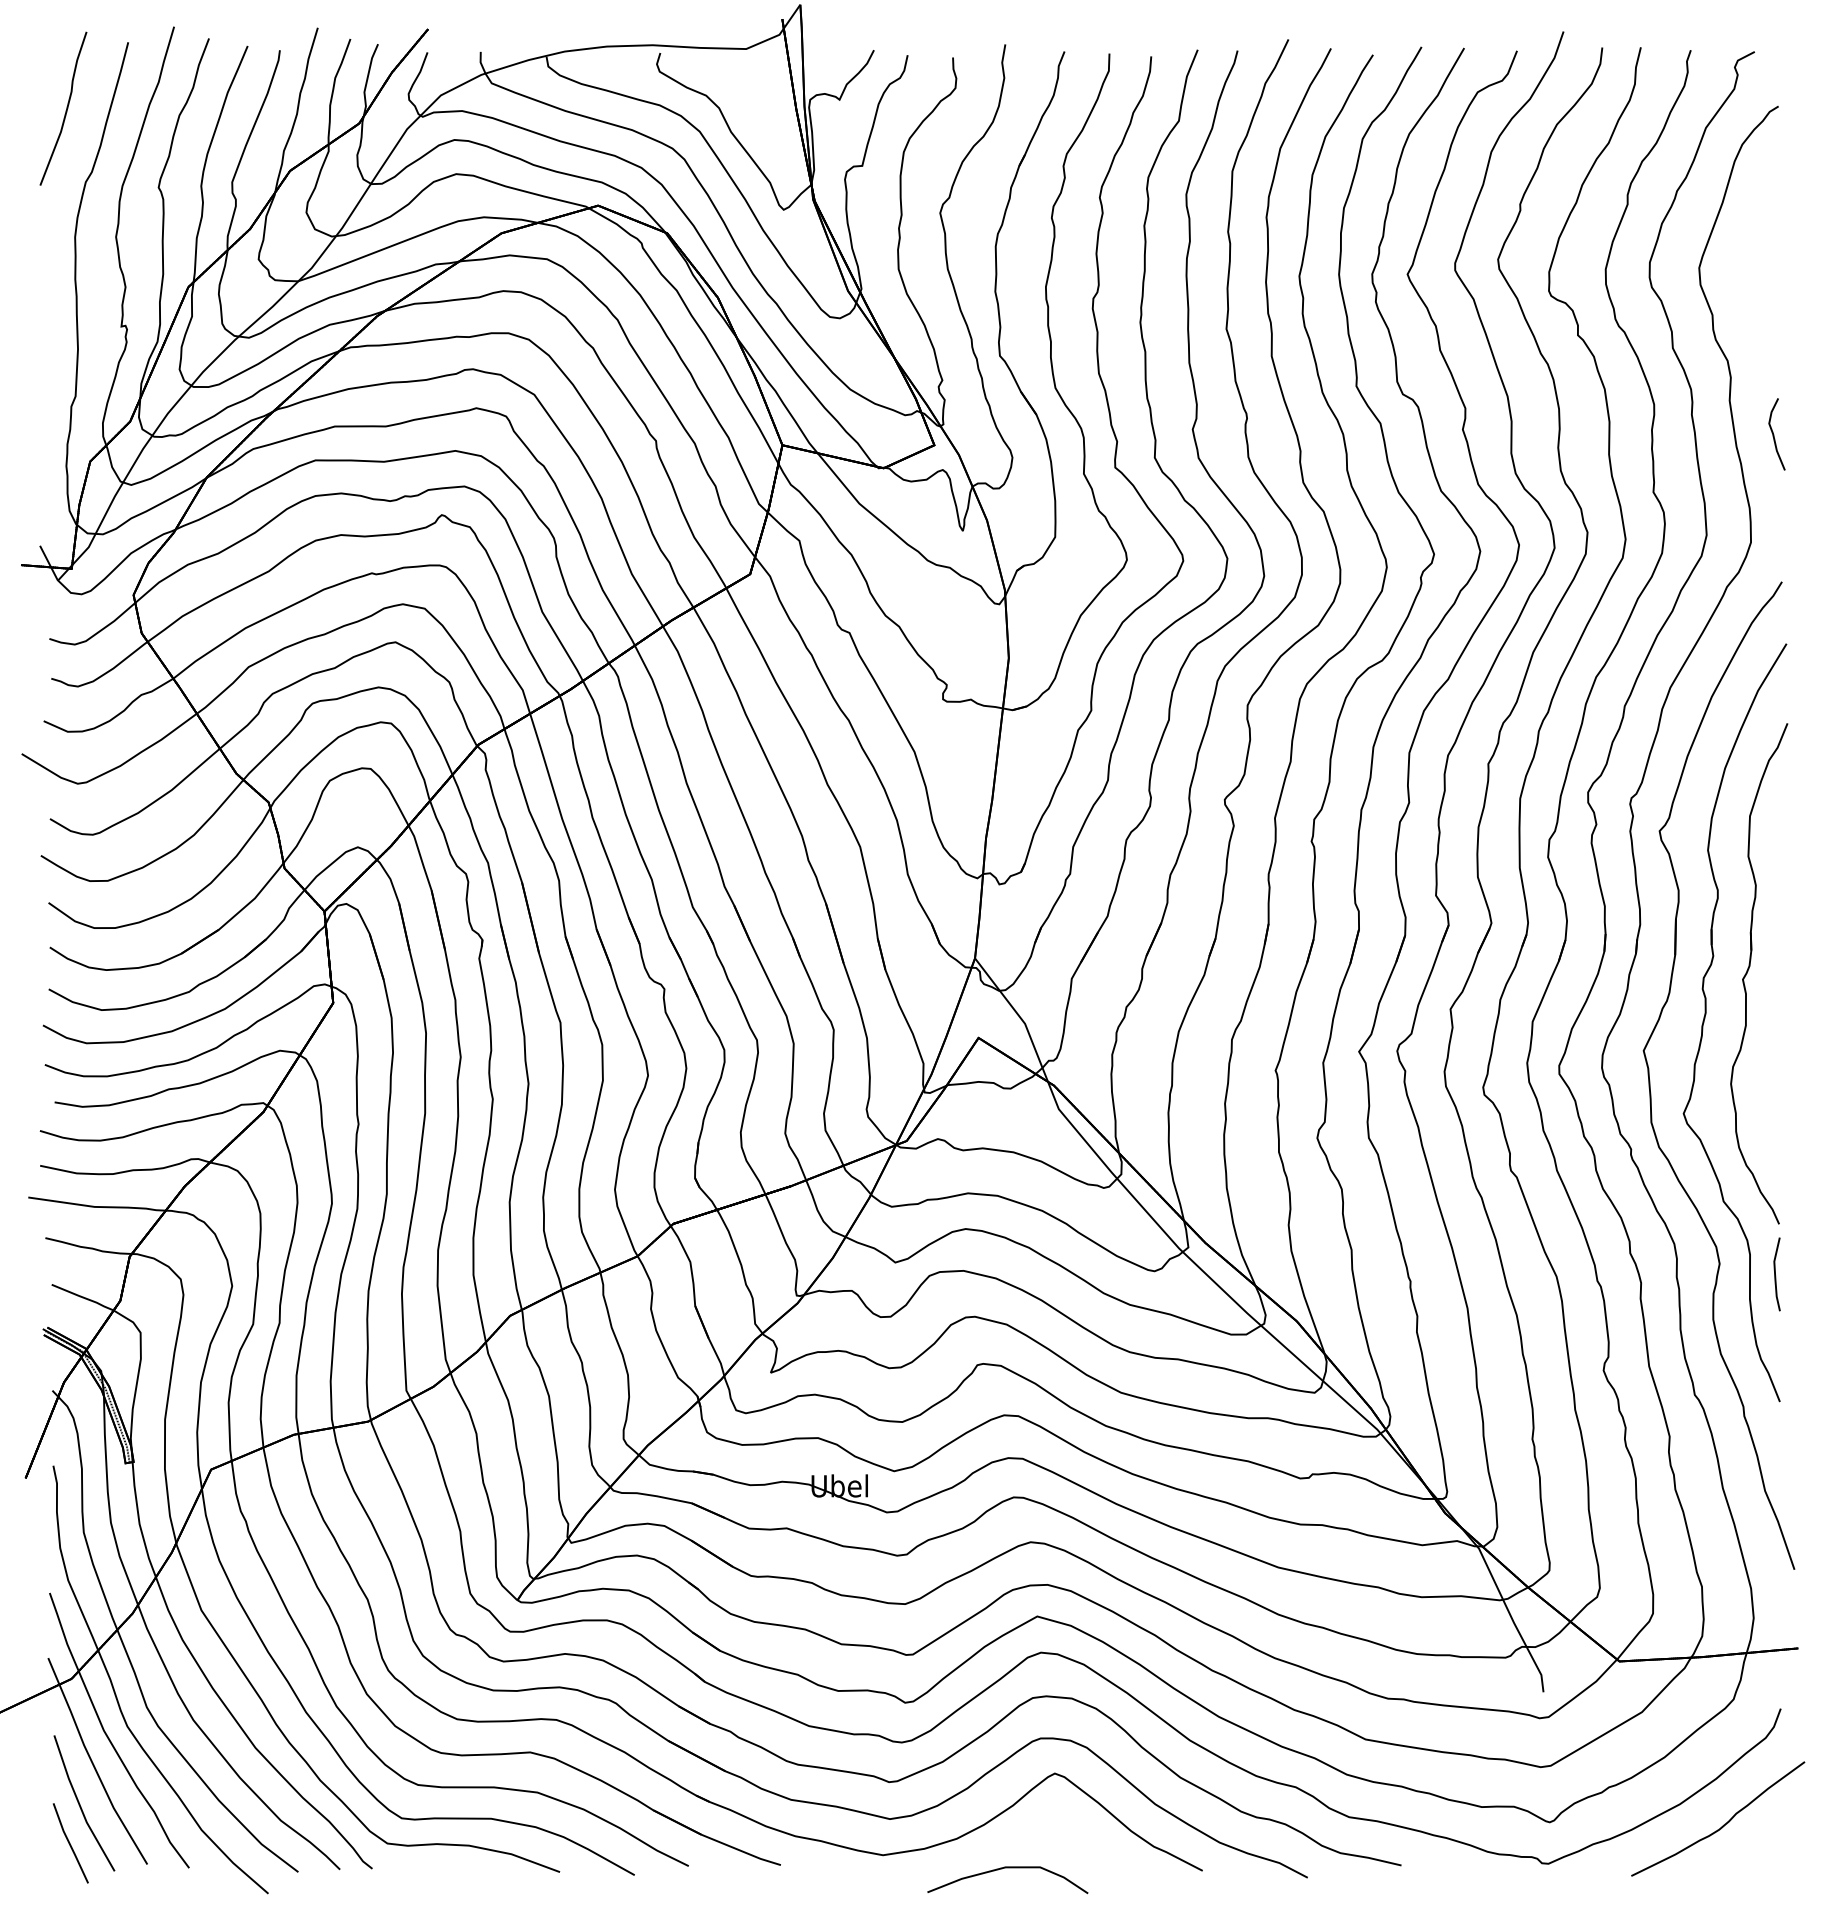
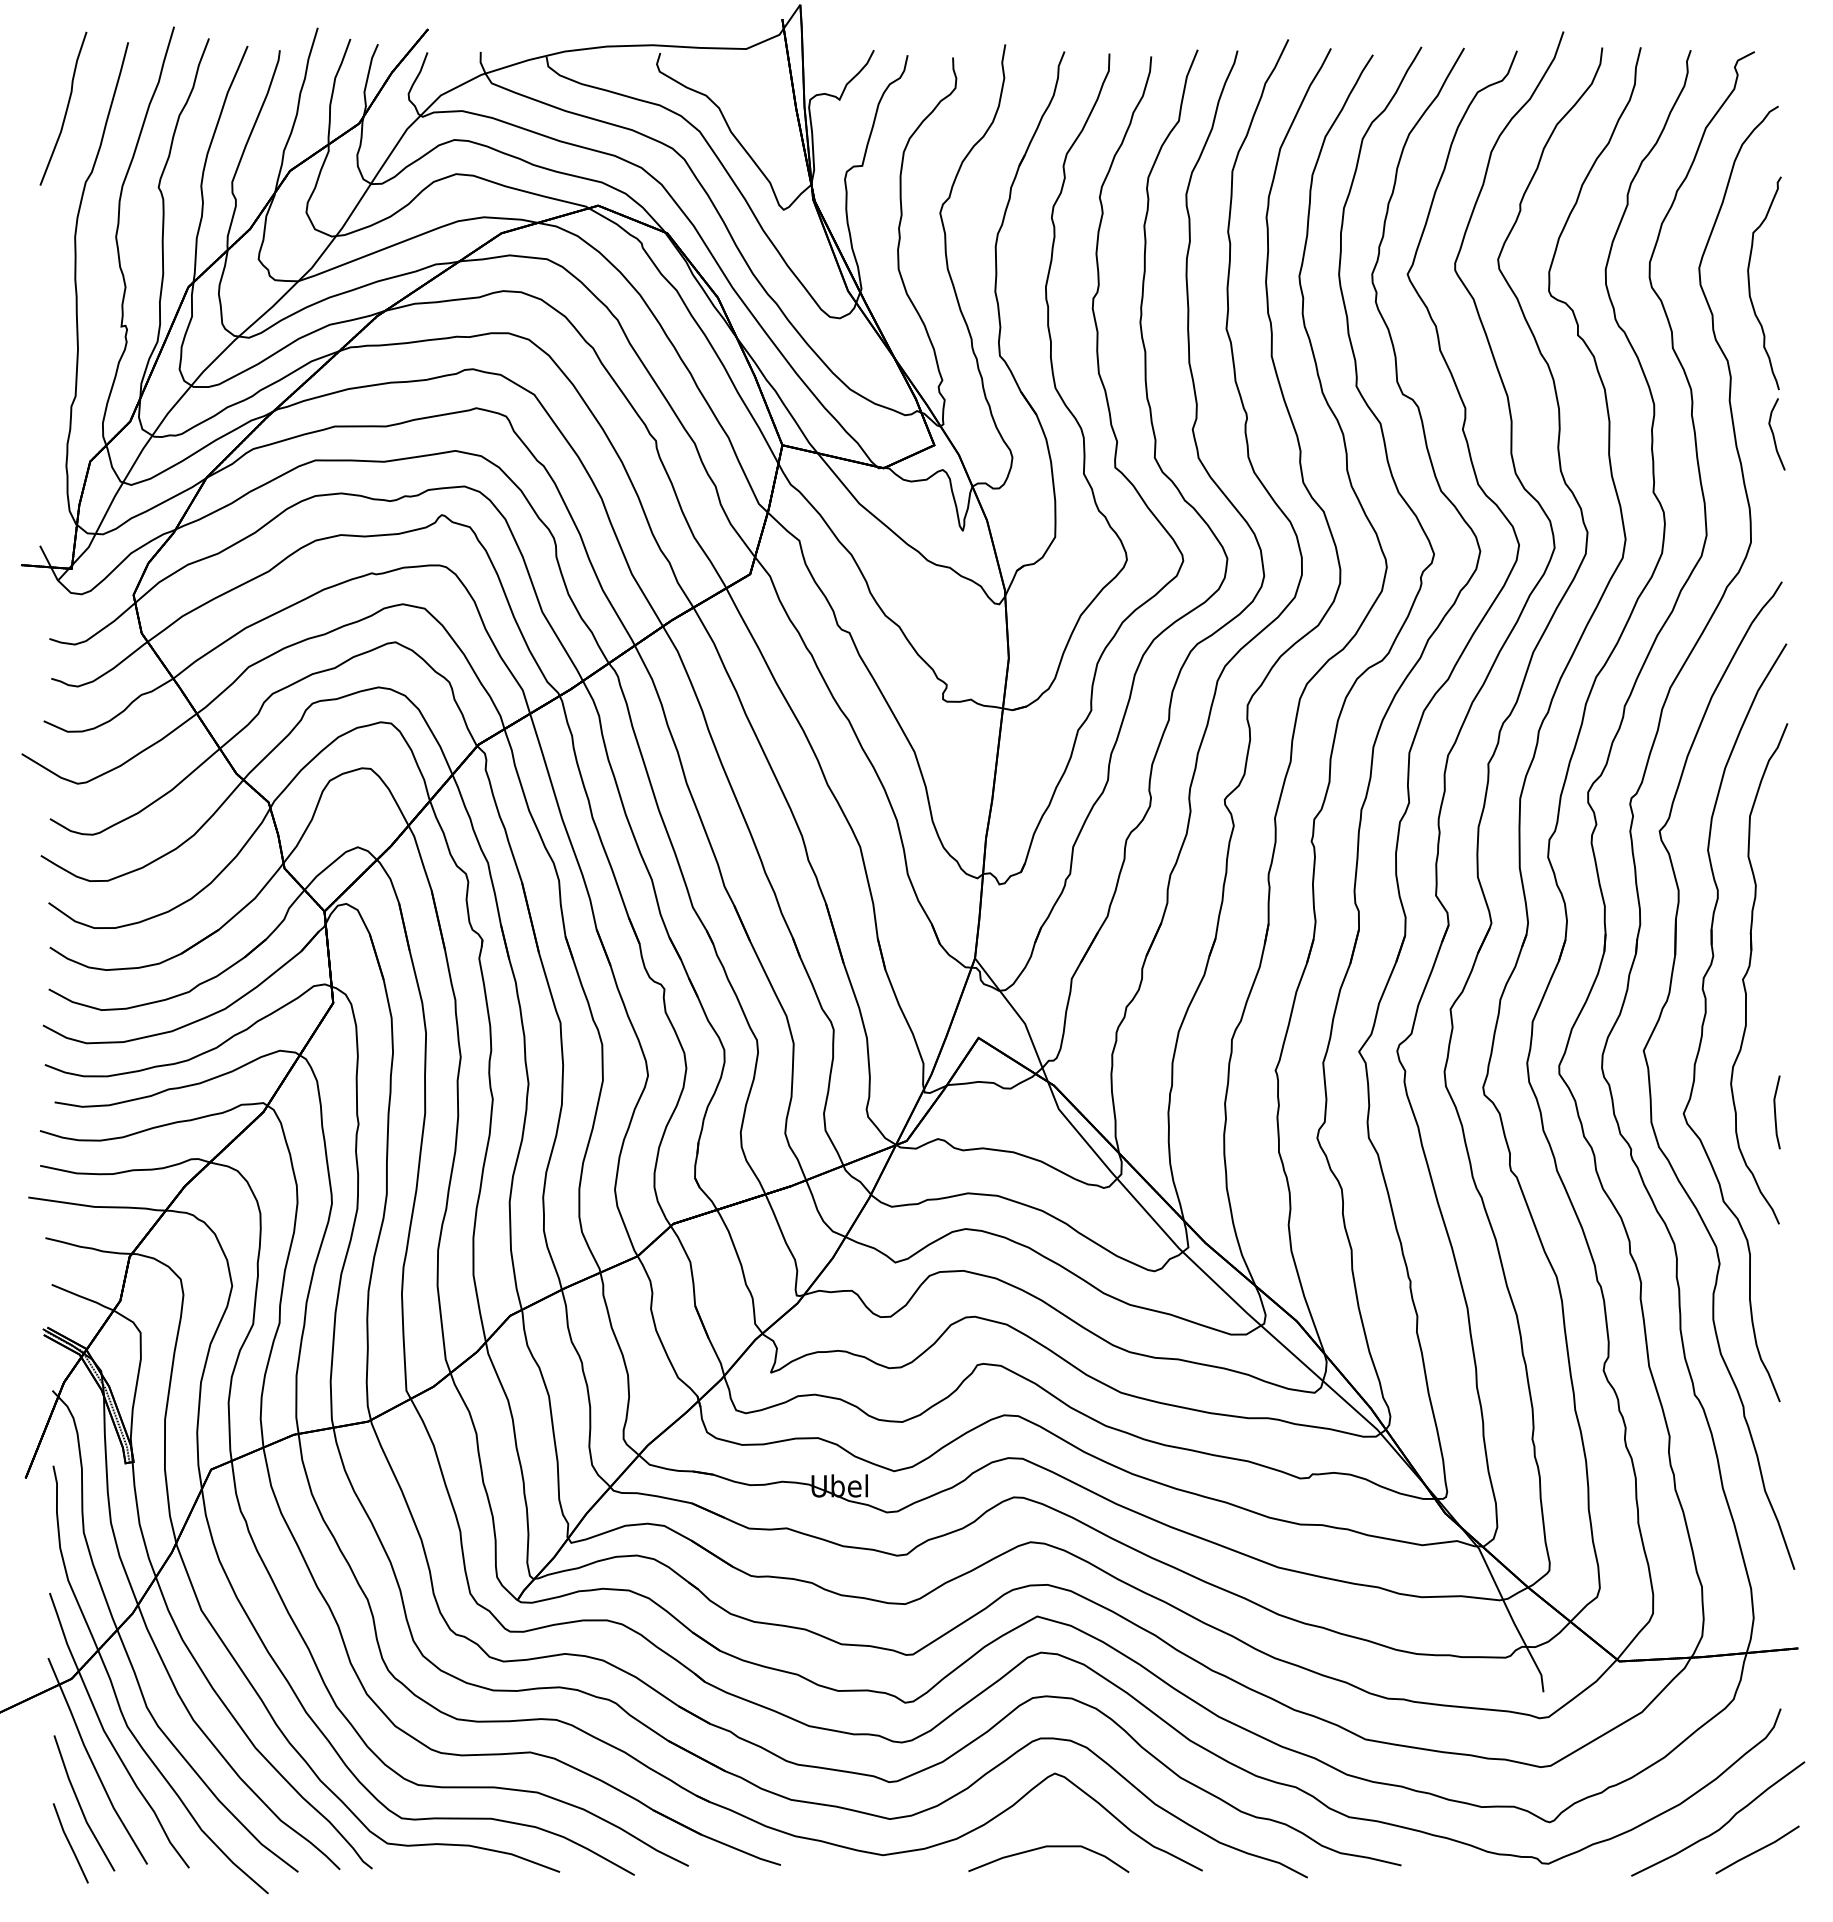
curve at (1750, 286): none -> present
line at (1775, 1274) position: (1775, 1274) -> (1775, 1112)
line at (1757, 1849): none -> present
curve at (1007, 1868) position: (1007, 1868) -> (1048, 1847)
